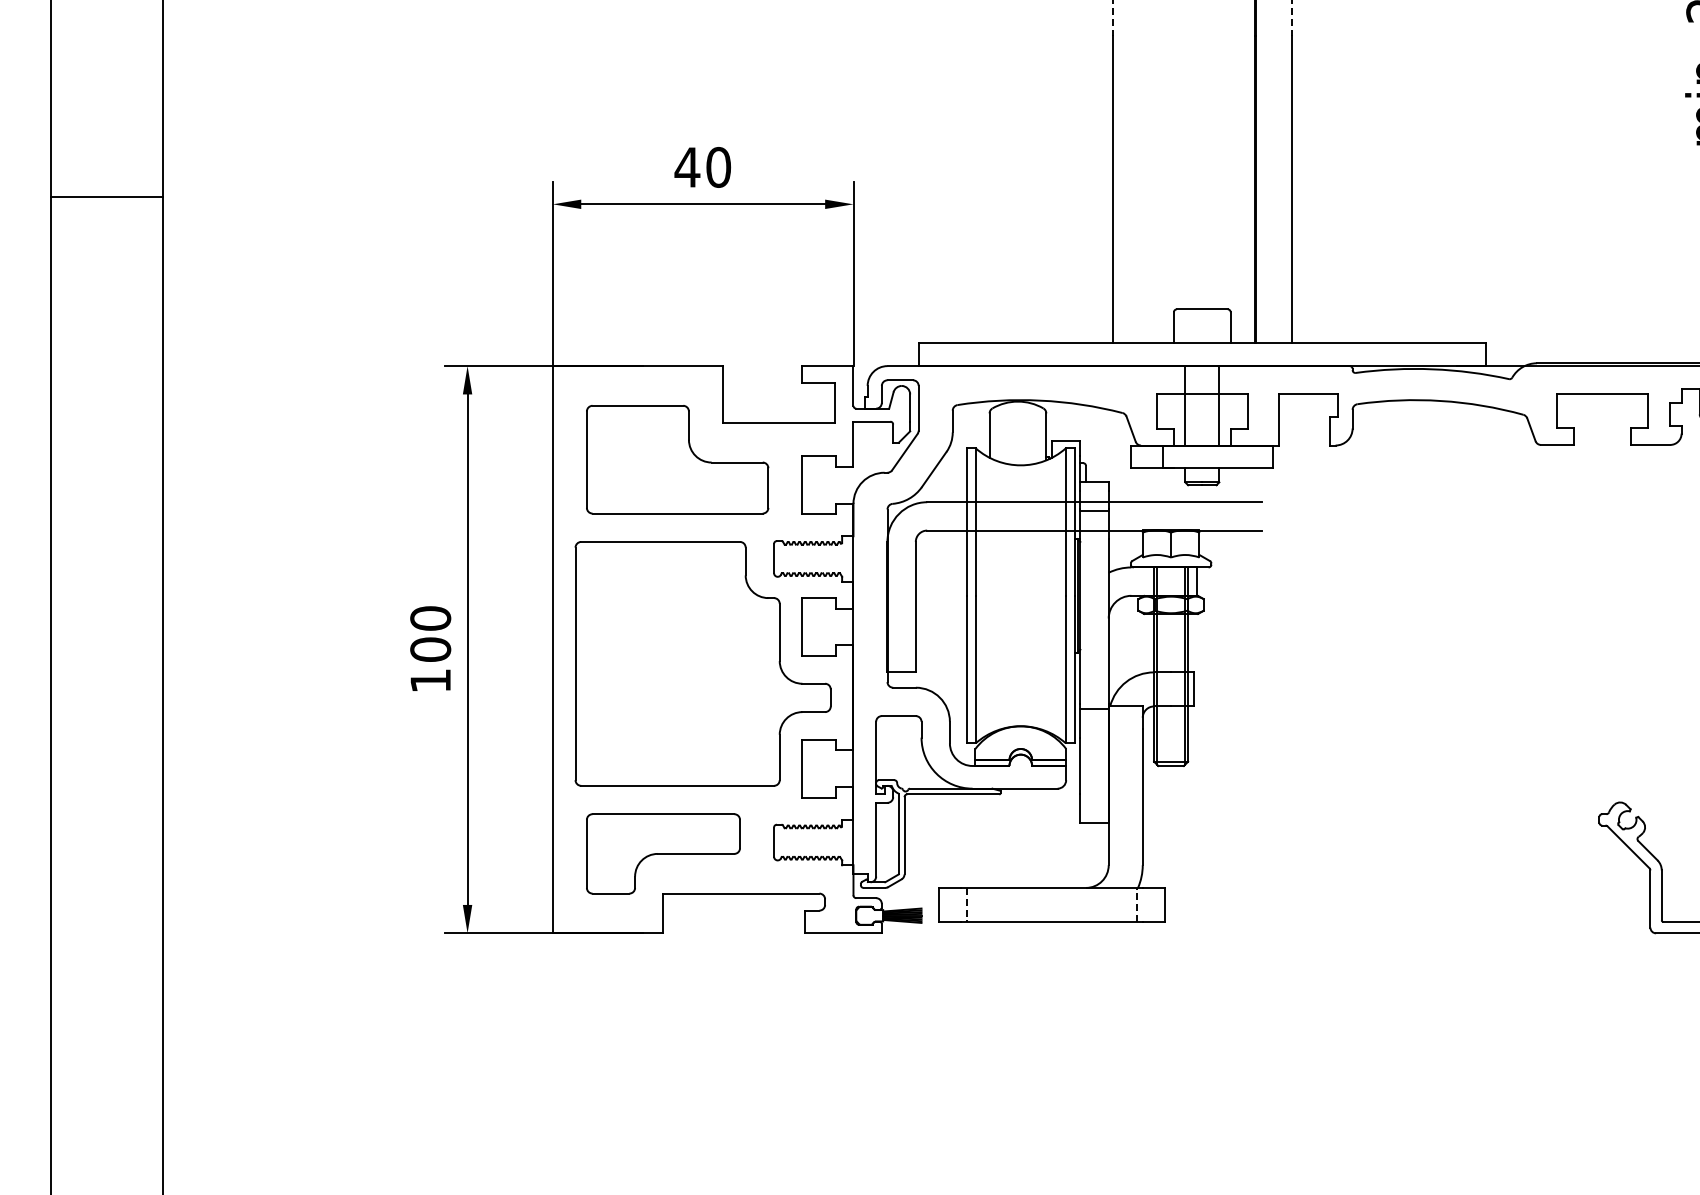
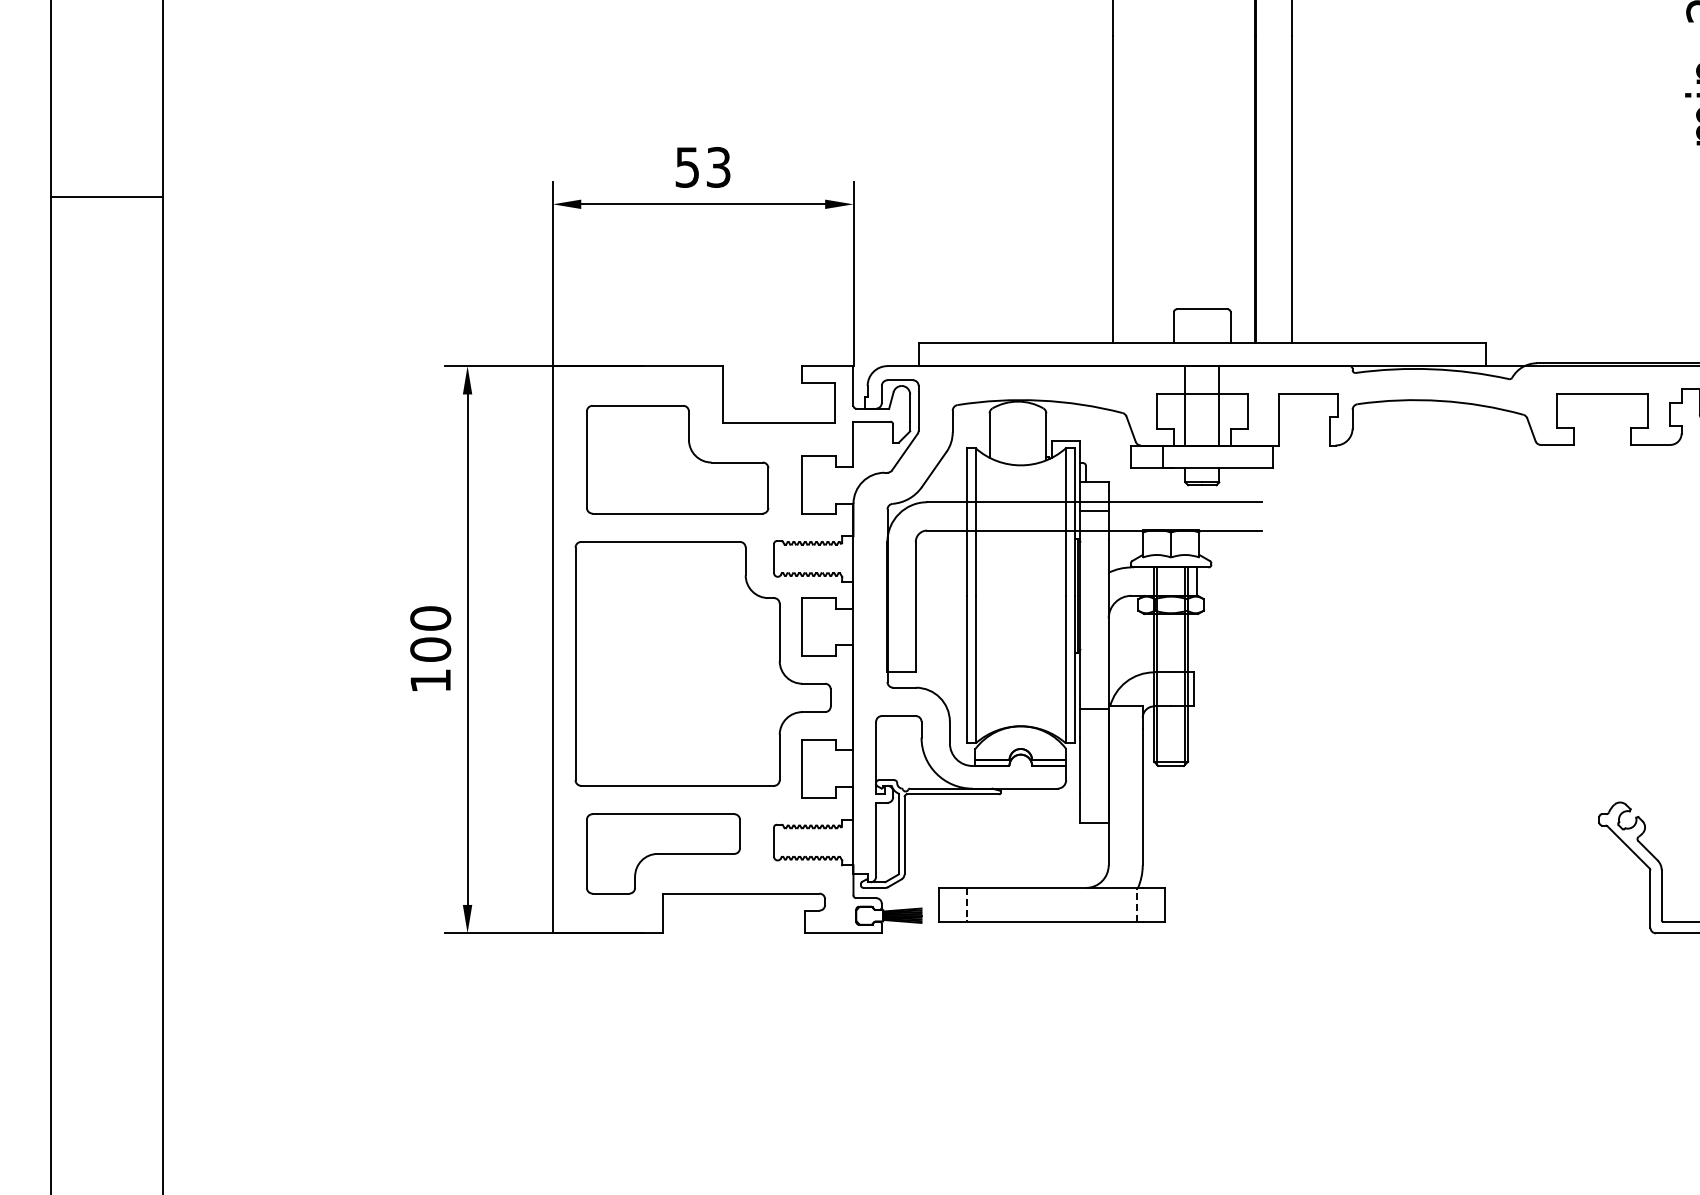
line at (1113, 18): dashed -> solid
line at (1291, 18): dashed -> solid
text at (702, 167): 40 -> 53
